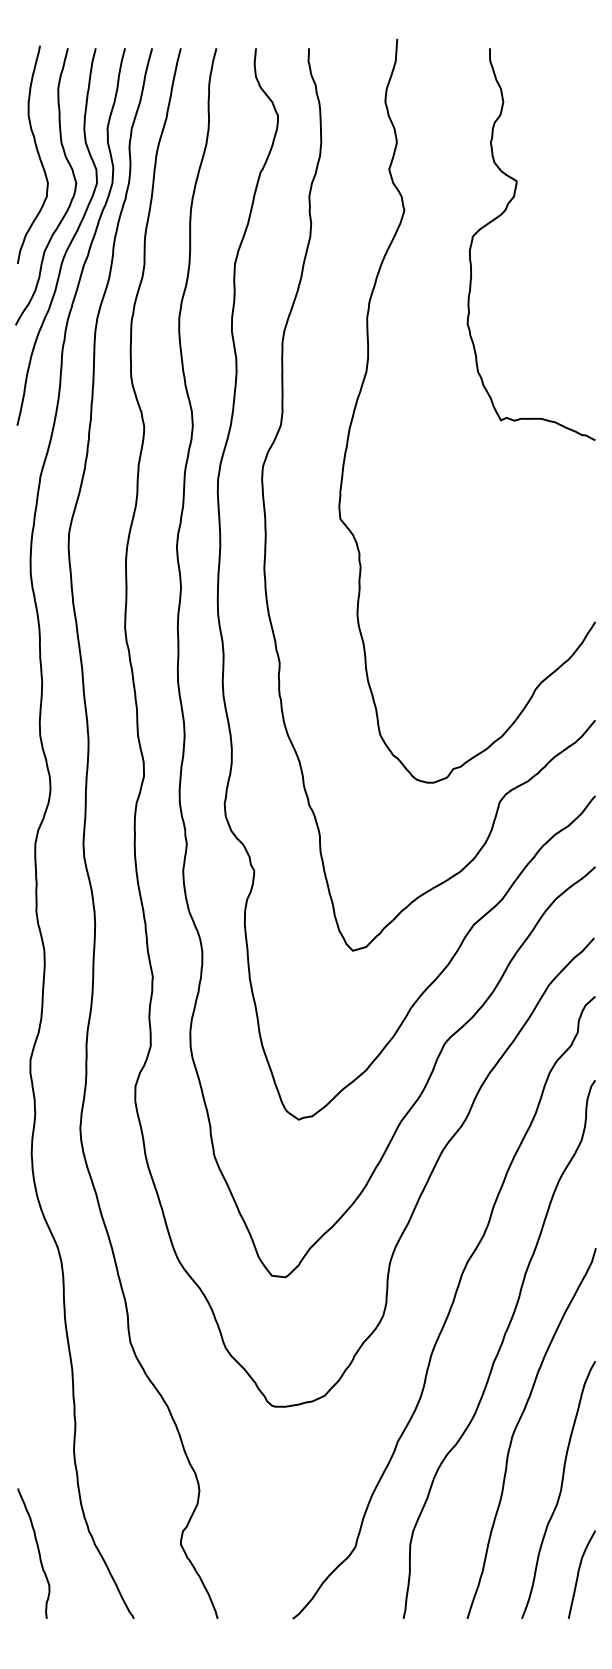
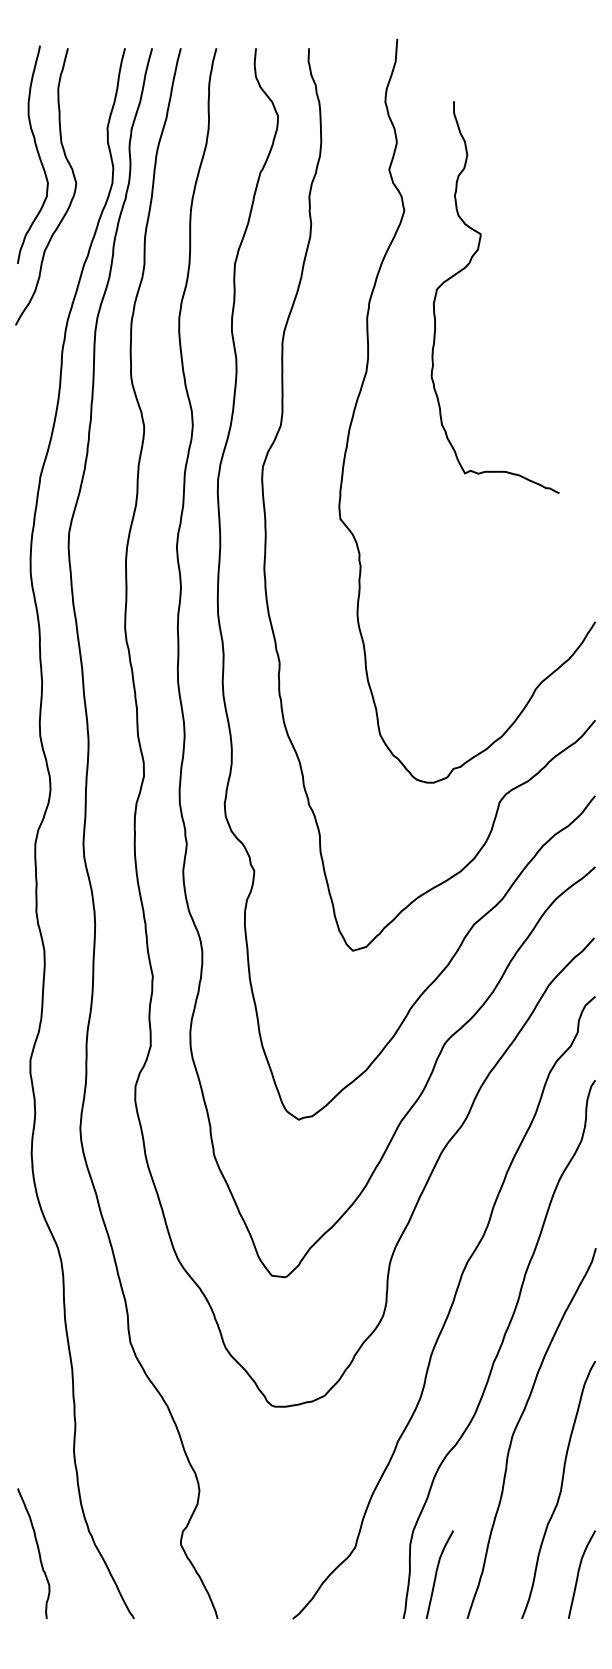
curve at (501, 215) position: (501, 215) -> (465, 268)
curve at (69, 243): present -> none
curve at (437, 1573): none -> present
